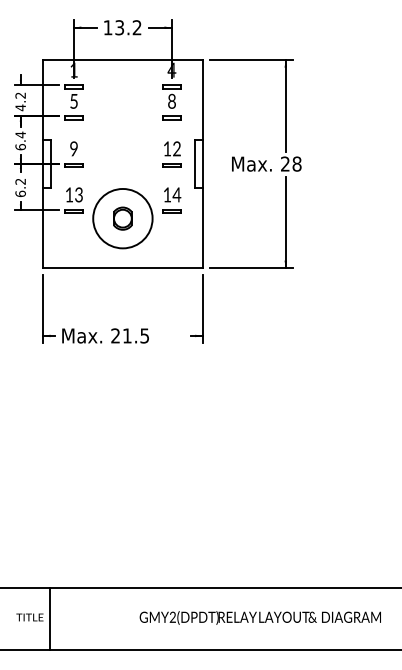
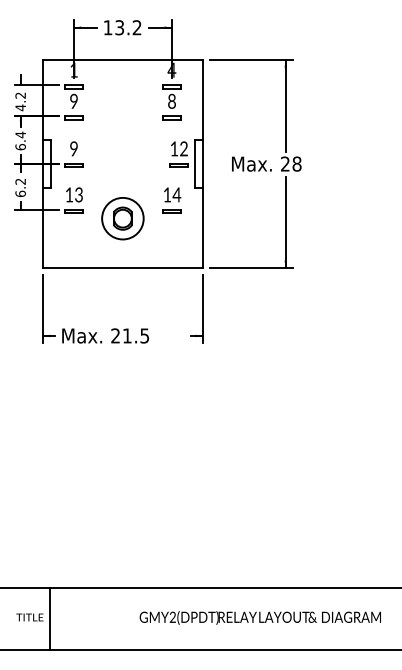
text at (73, 100): 5 -> 9
part at (171, 154) position: (171, 154) -> (178, 154)
circle at (122, 218) diameter: 59 px -> 42 px
